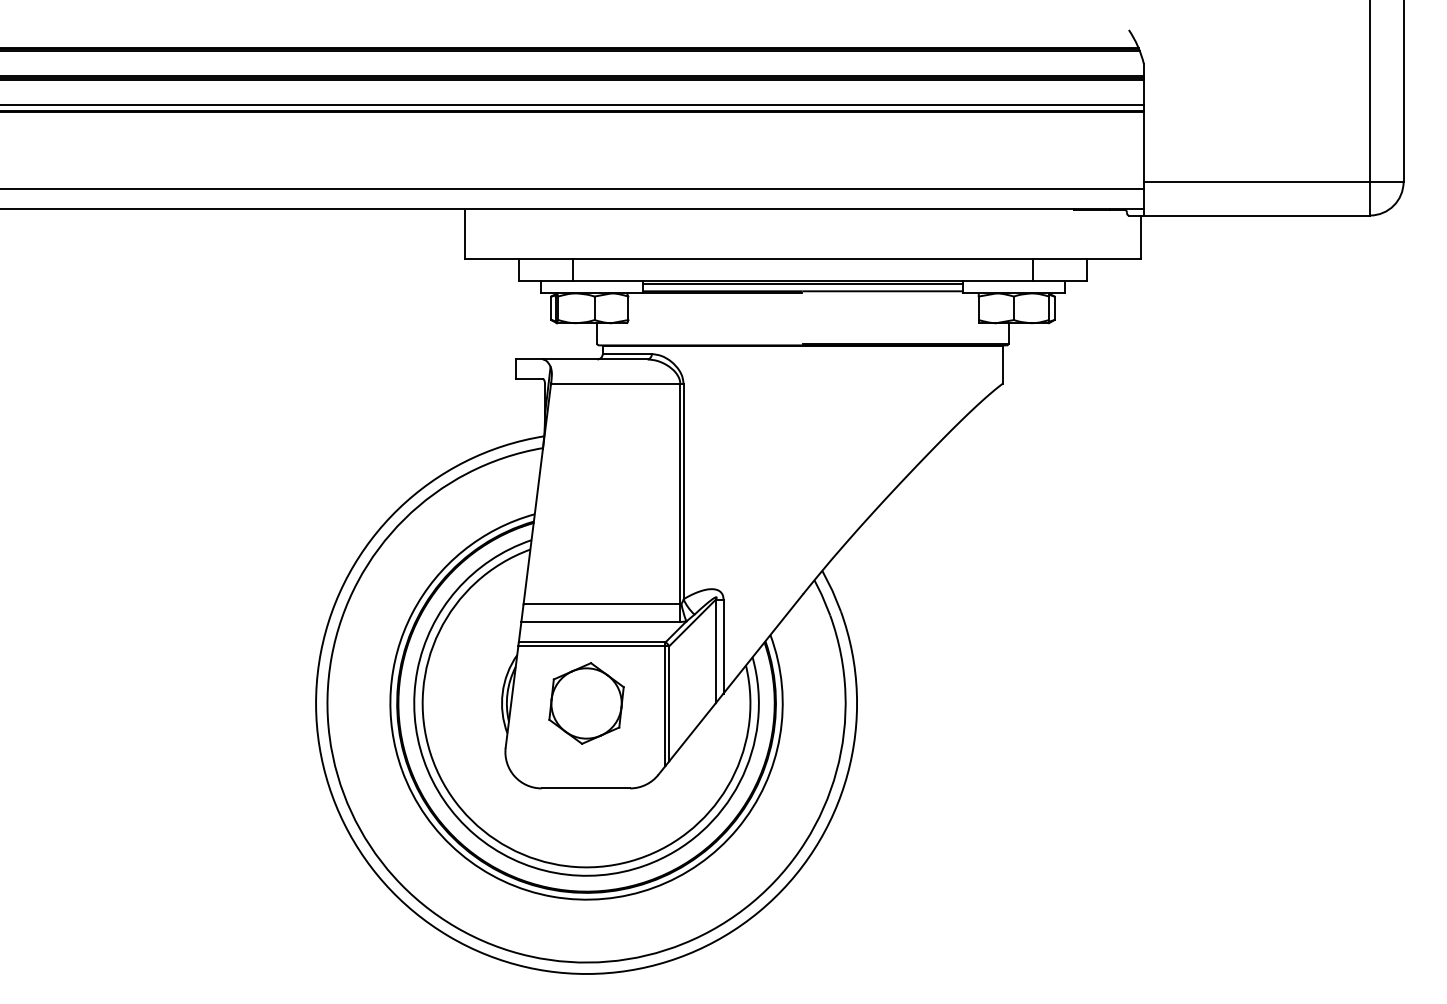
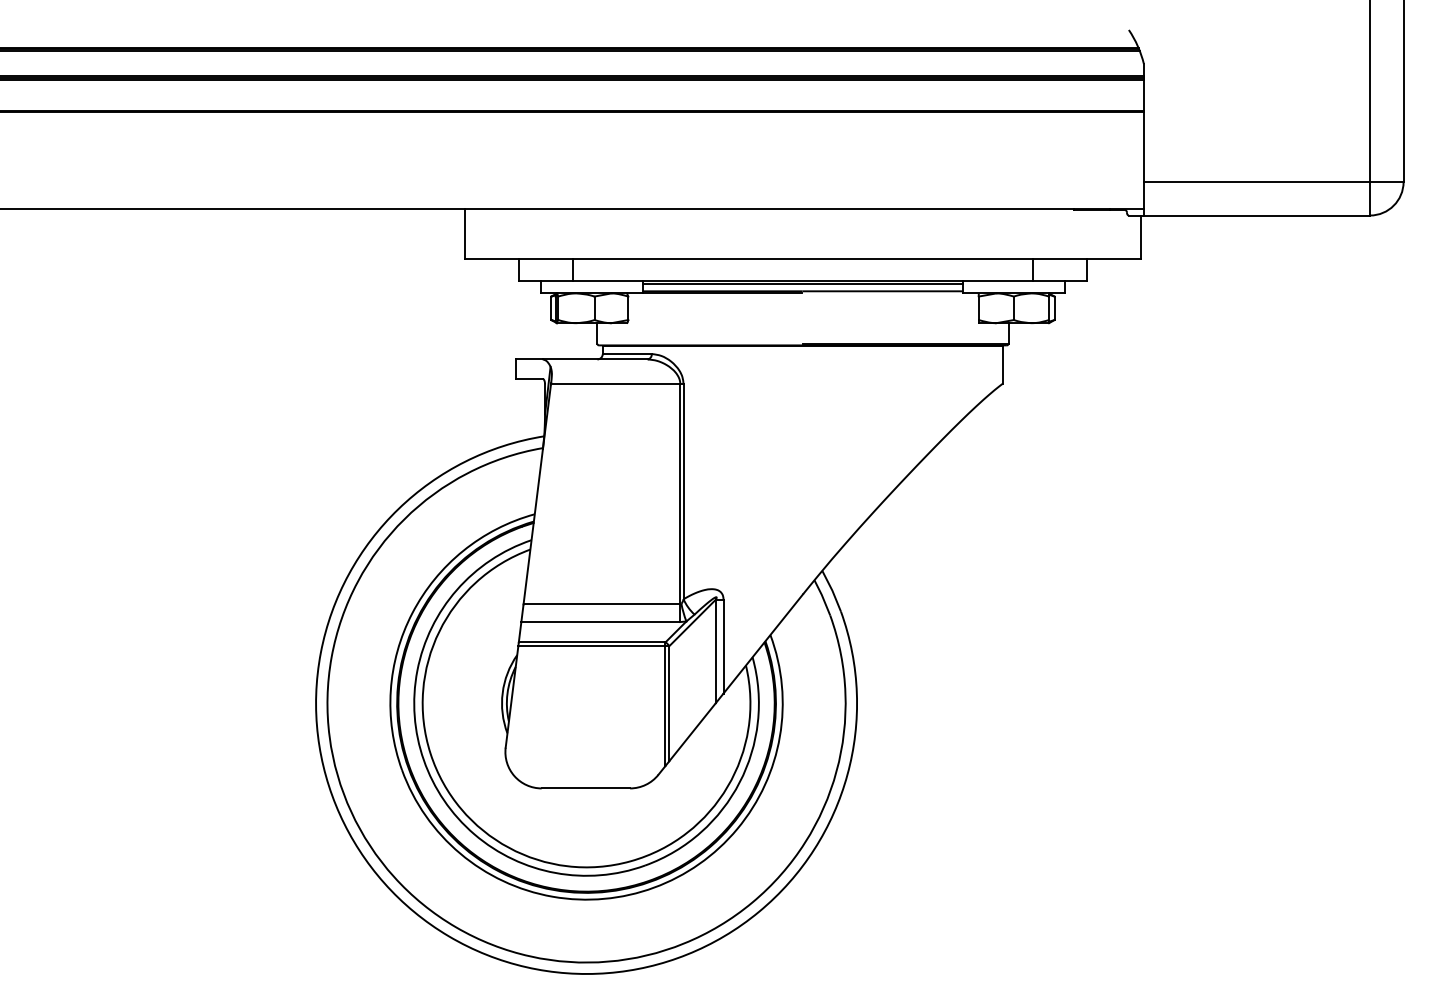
line at (572, 105): present -> none
line at (572, 189): present -> none
part at (586, 703): present -> none
